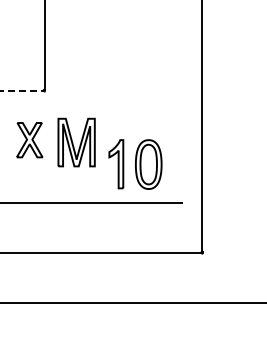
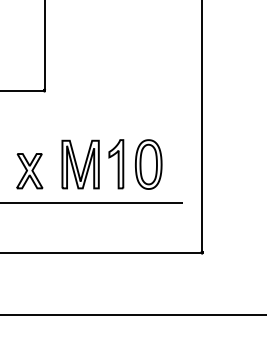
line at (23, 91): dashed -> solid
part at (29, 140) position: (29, 140) -> (29, 171)
part at (76, 142) position: (76, 142) -> (80, 164)
line at (132, 303) position: (132, 303) -> (132, 315)
